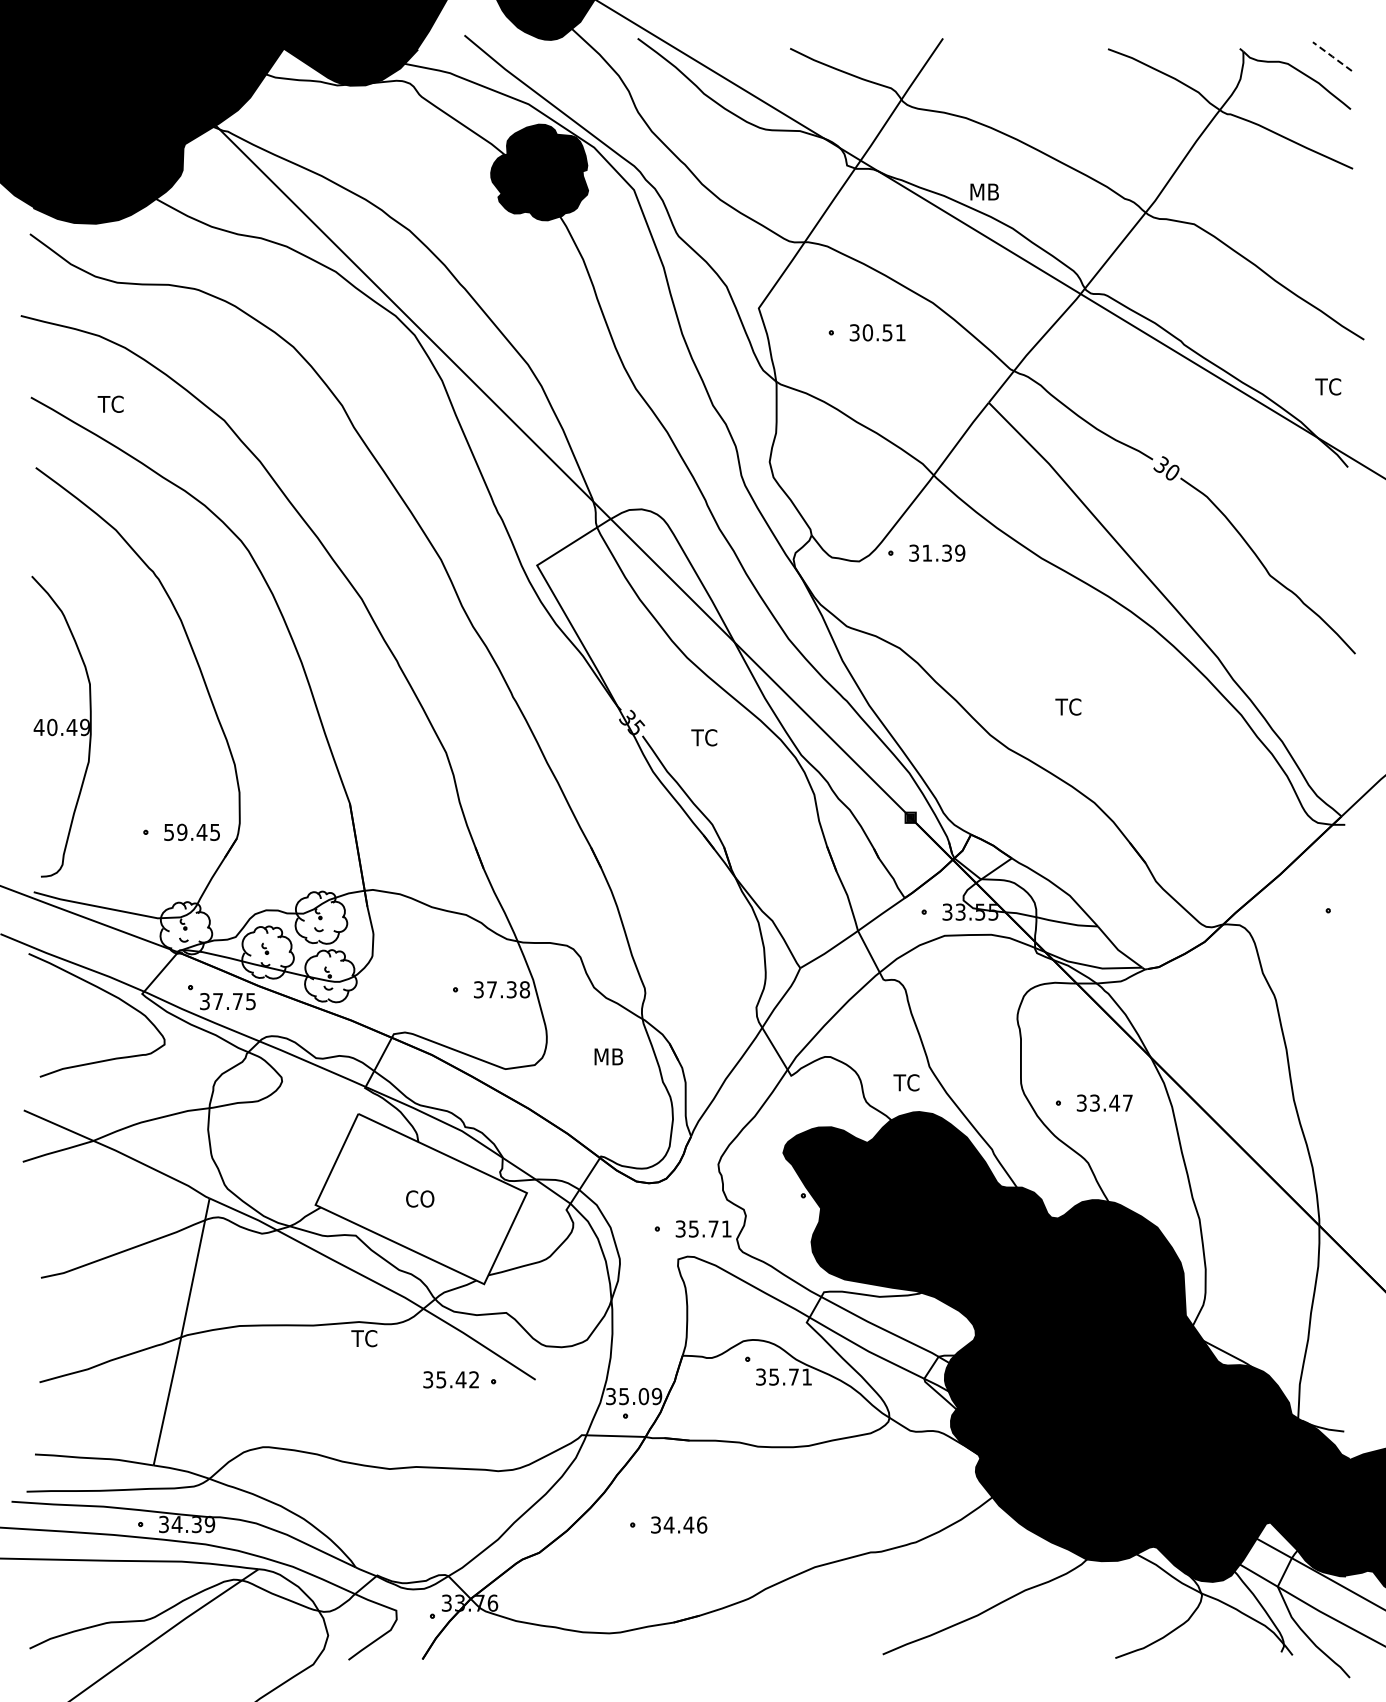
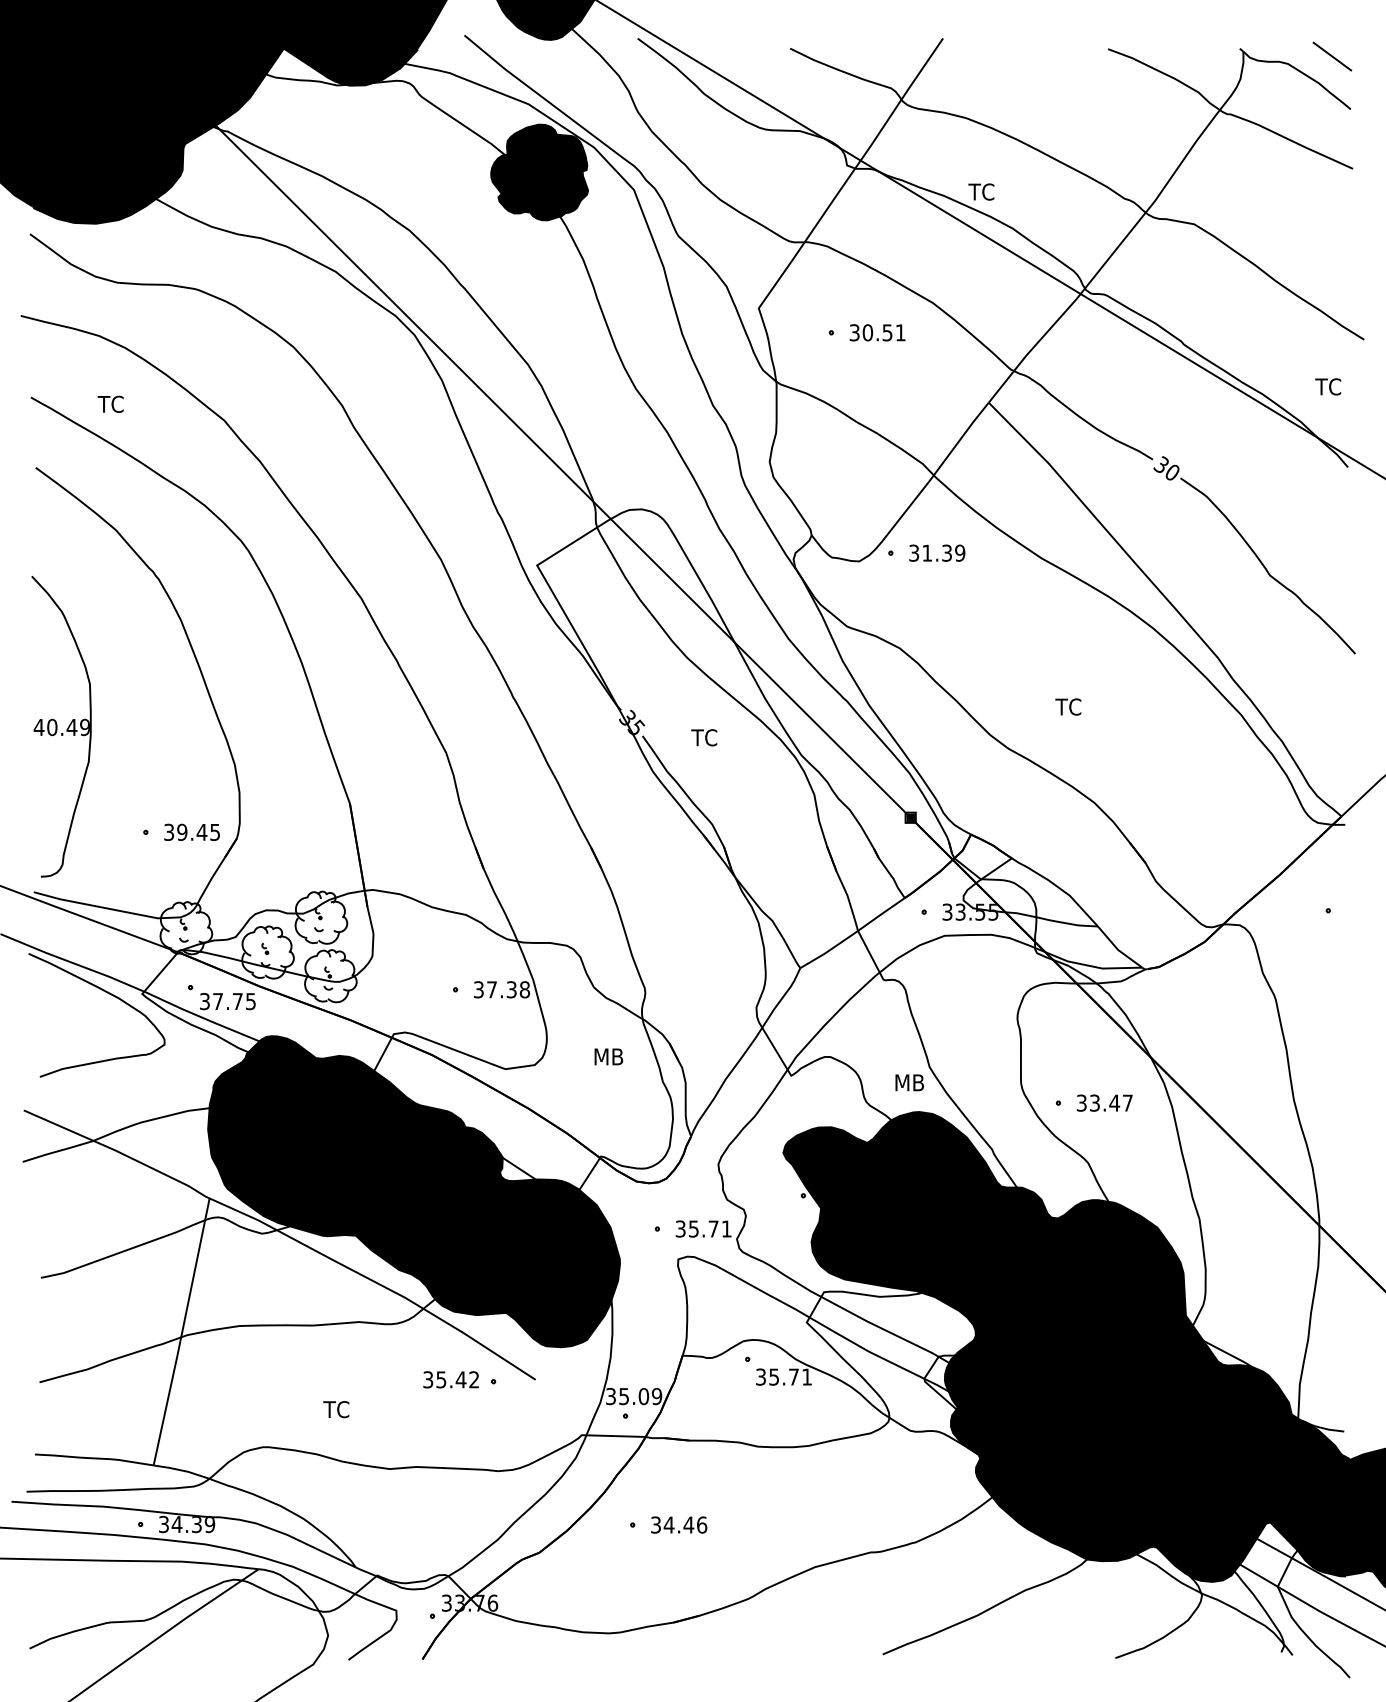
line at (1332, 56): dashed -> solid
text at (983, 191): MB -> TC
text at (169, 831): 59.45 -> 39.45
text at (908, 1082): TC -> MB
fill at (414, 1191): none -> present
text at (364, 1338) position: (364, 1338) -> (336, 1409)
